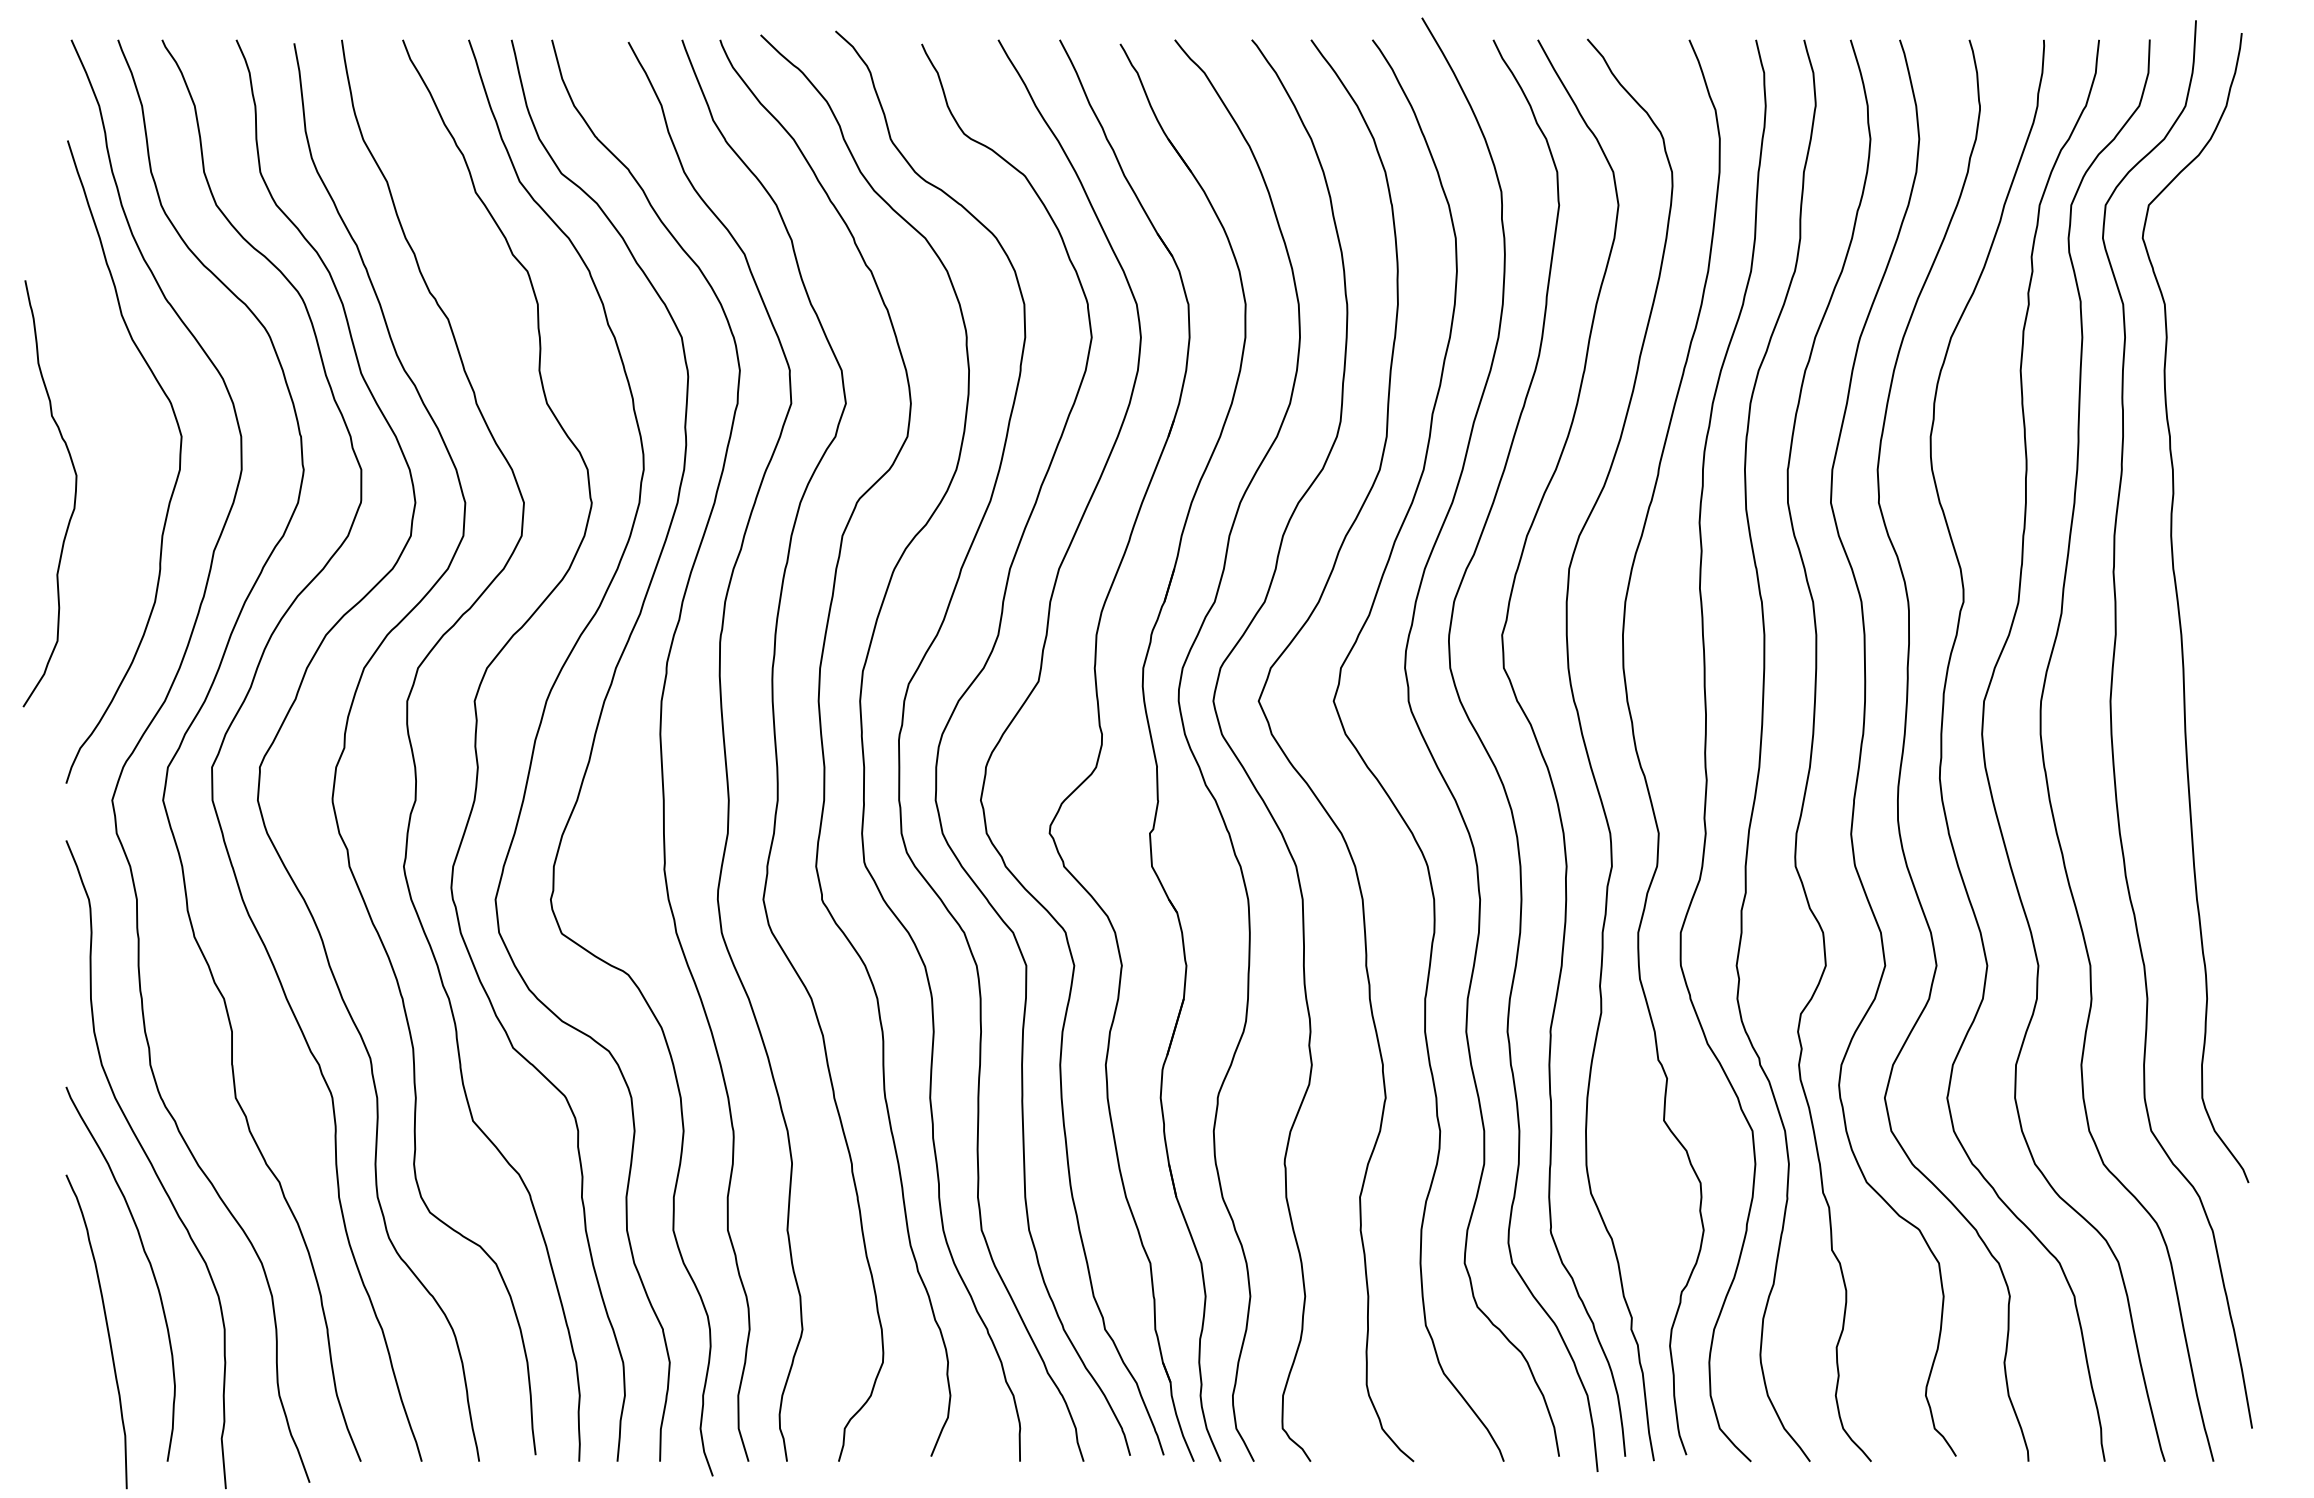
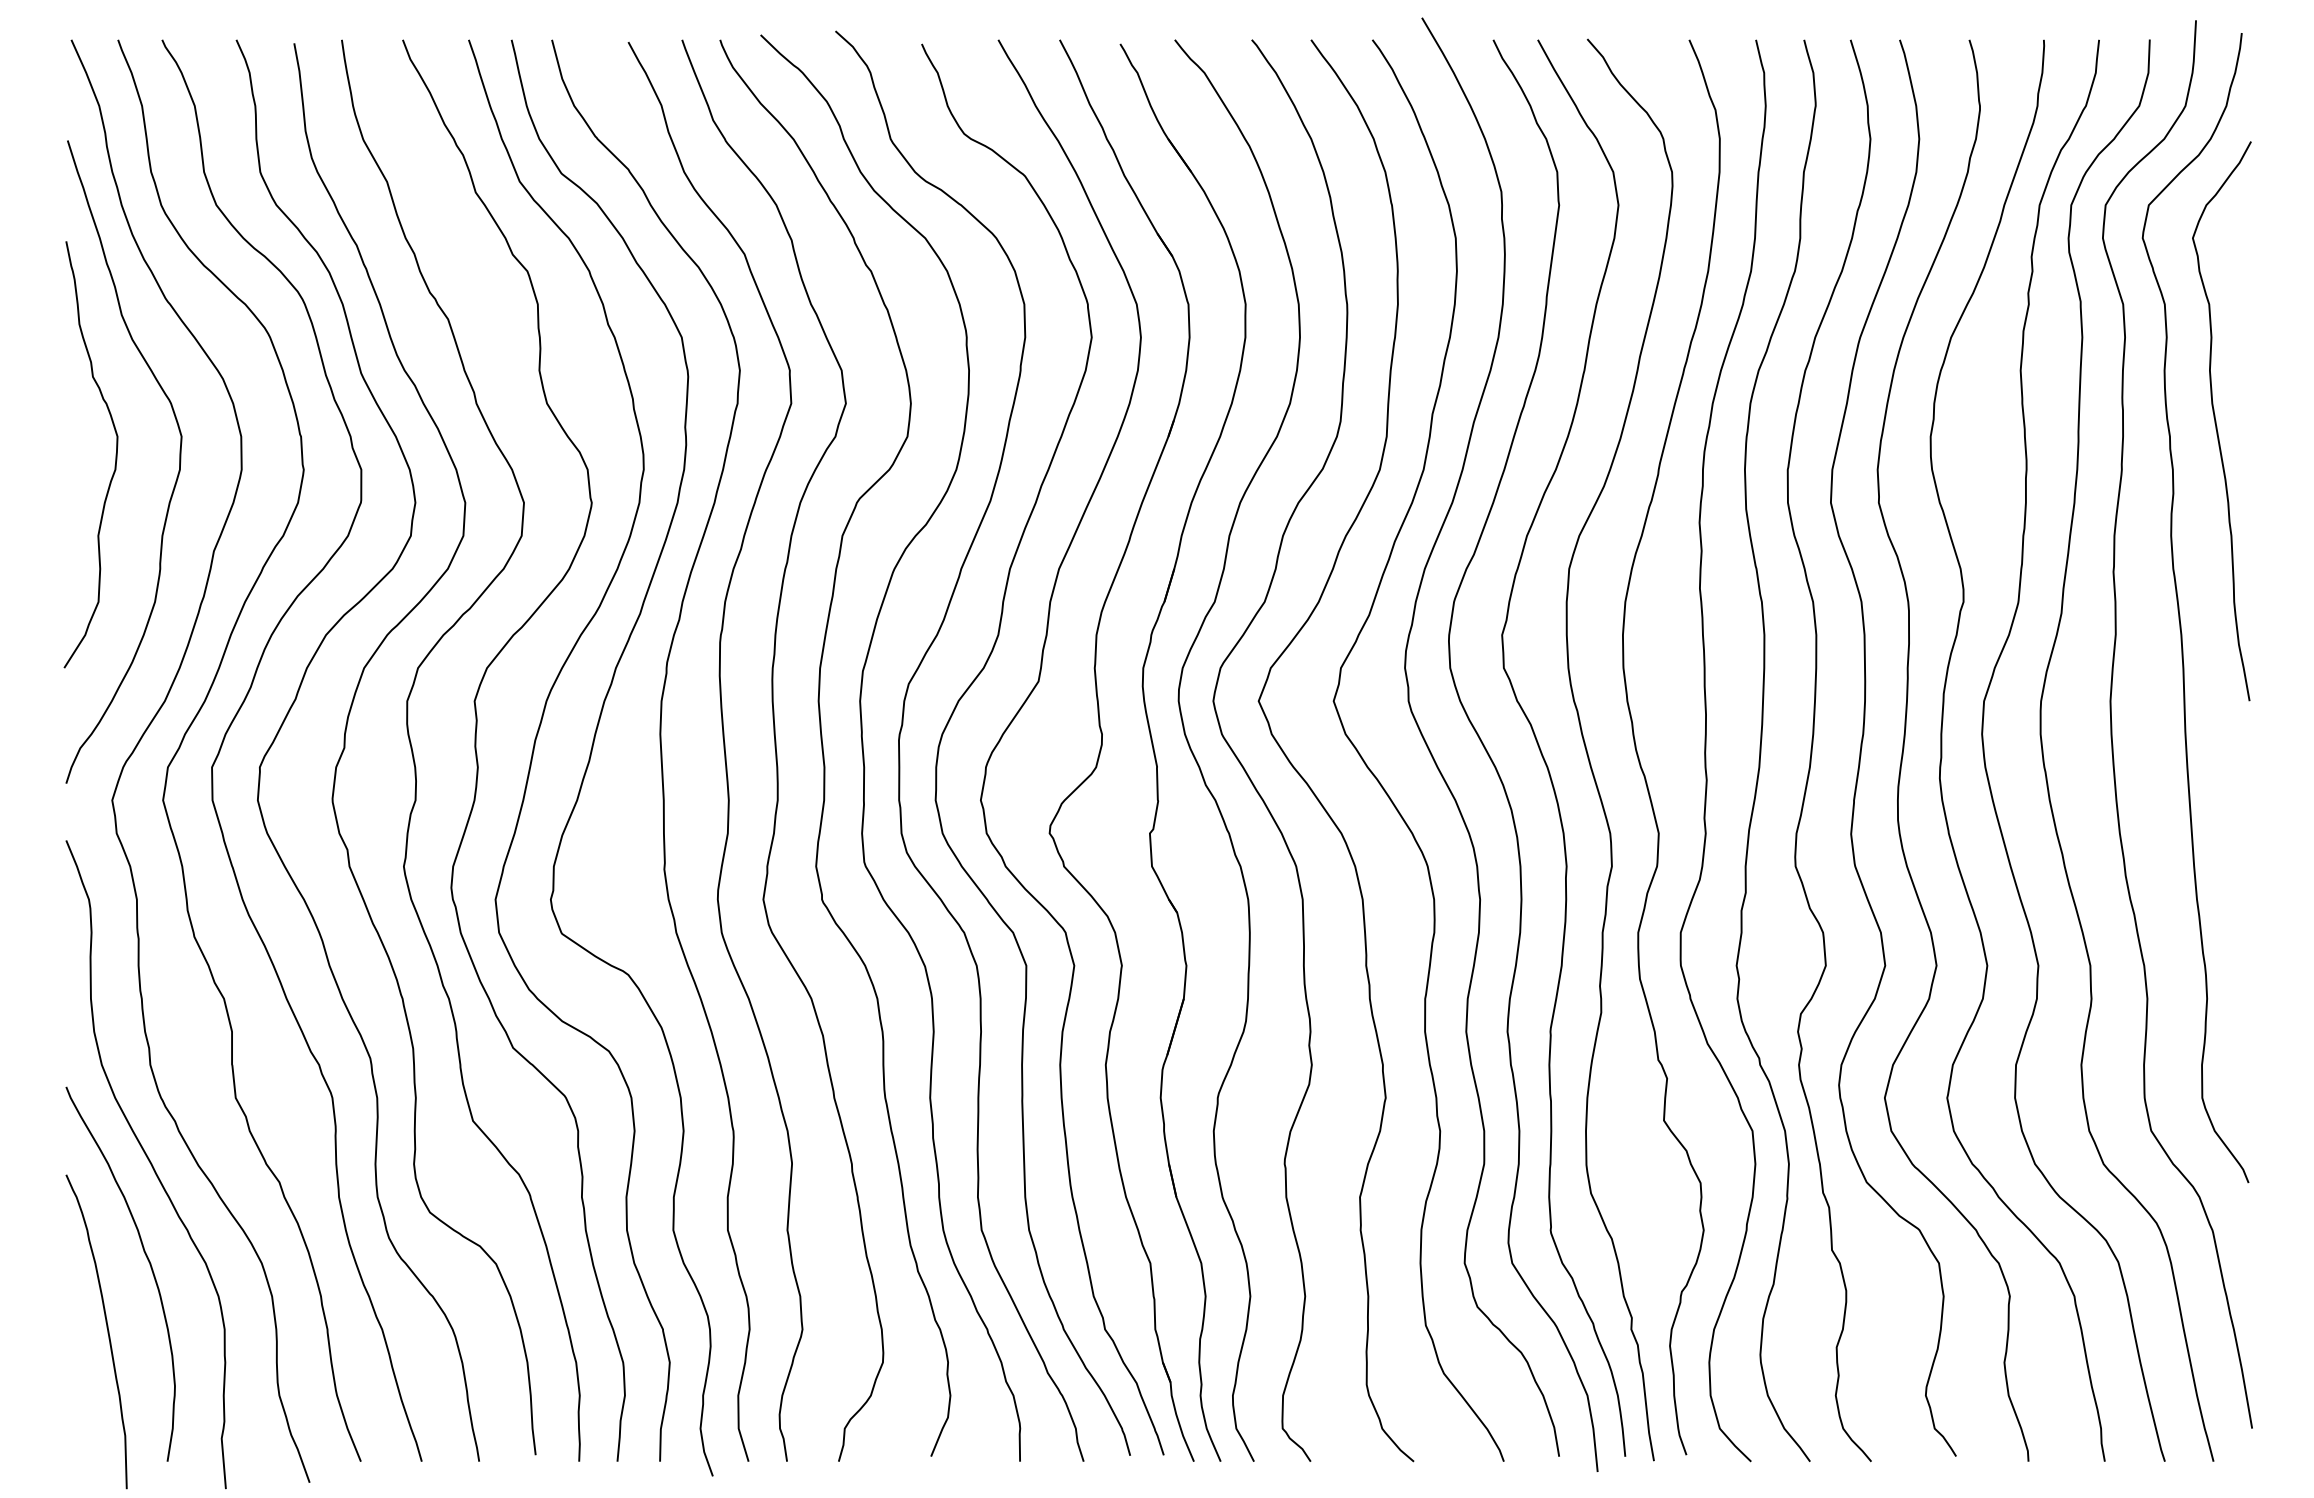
curve at (2216, 421): none -> present
curve at (74, 493) position: (74, 493) -> (115, 454)
